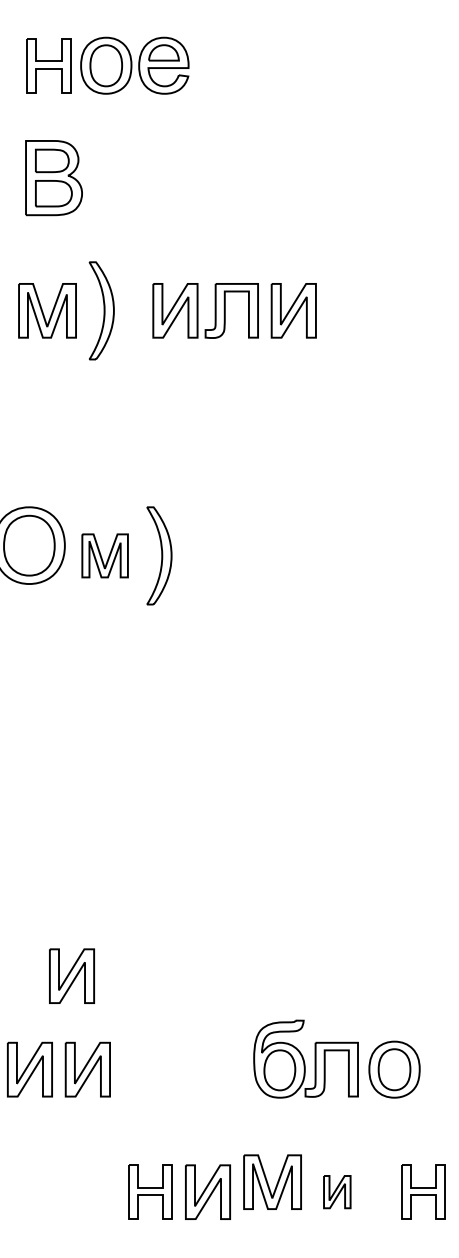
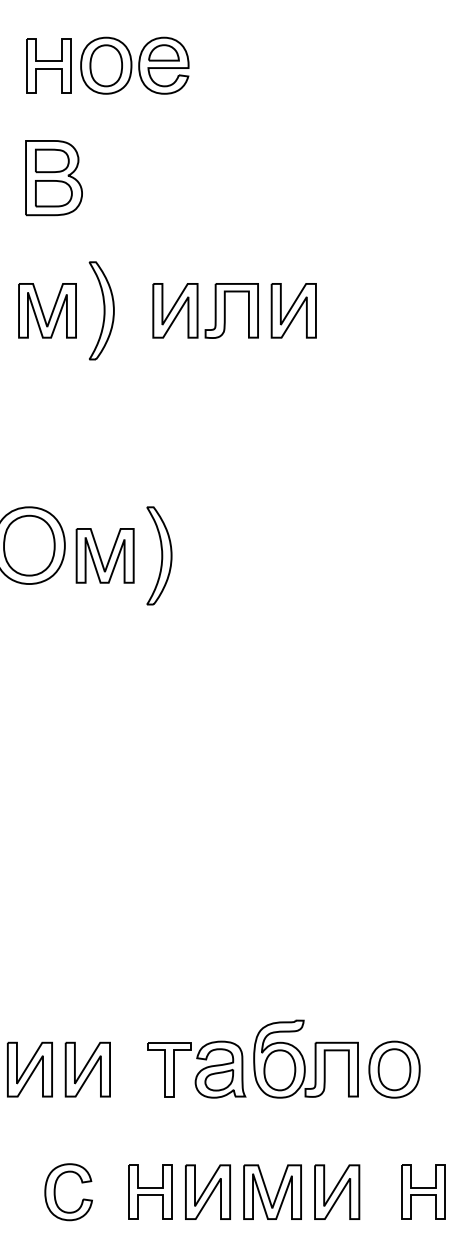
part at (104, 555) size: 48x46 px -> 60x56 px
part at (71, 975): present -> none
part at (196, 1069): none -> present
part at (272, 1181) position: (272, 1181) -> (272, 1191)
part at (55, 1192): none -> present
part at (337, 1192) size: 29x35 px -> 47x56 px
